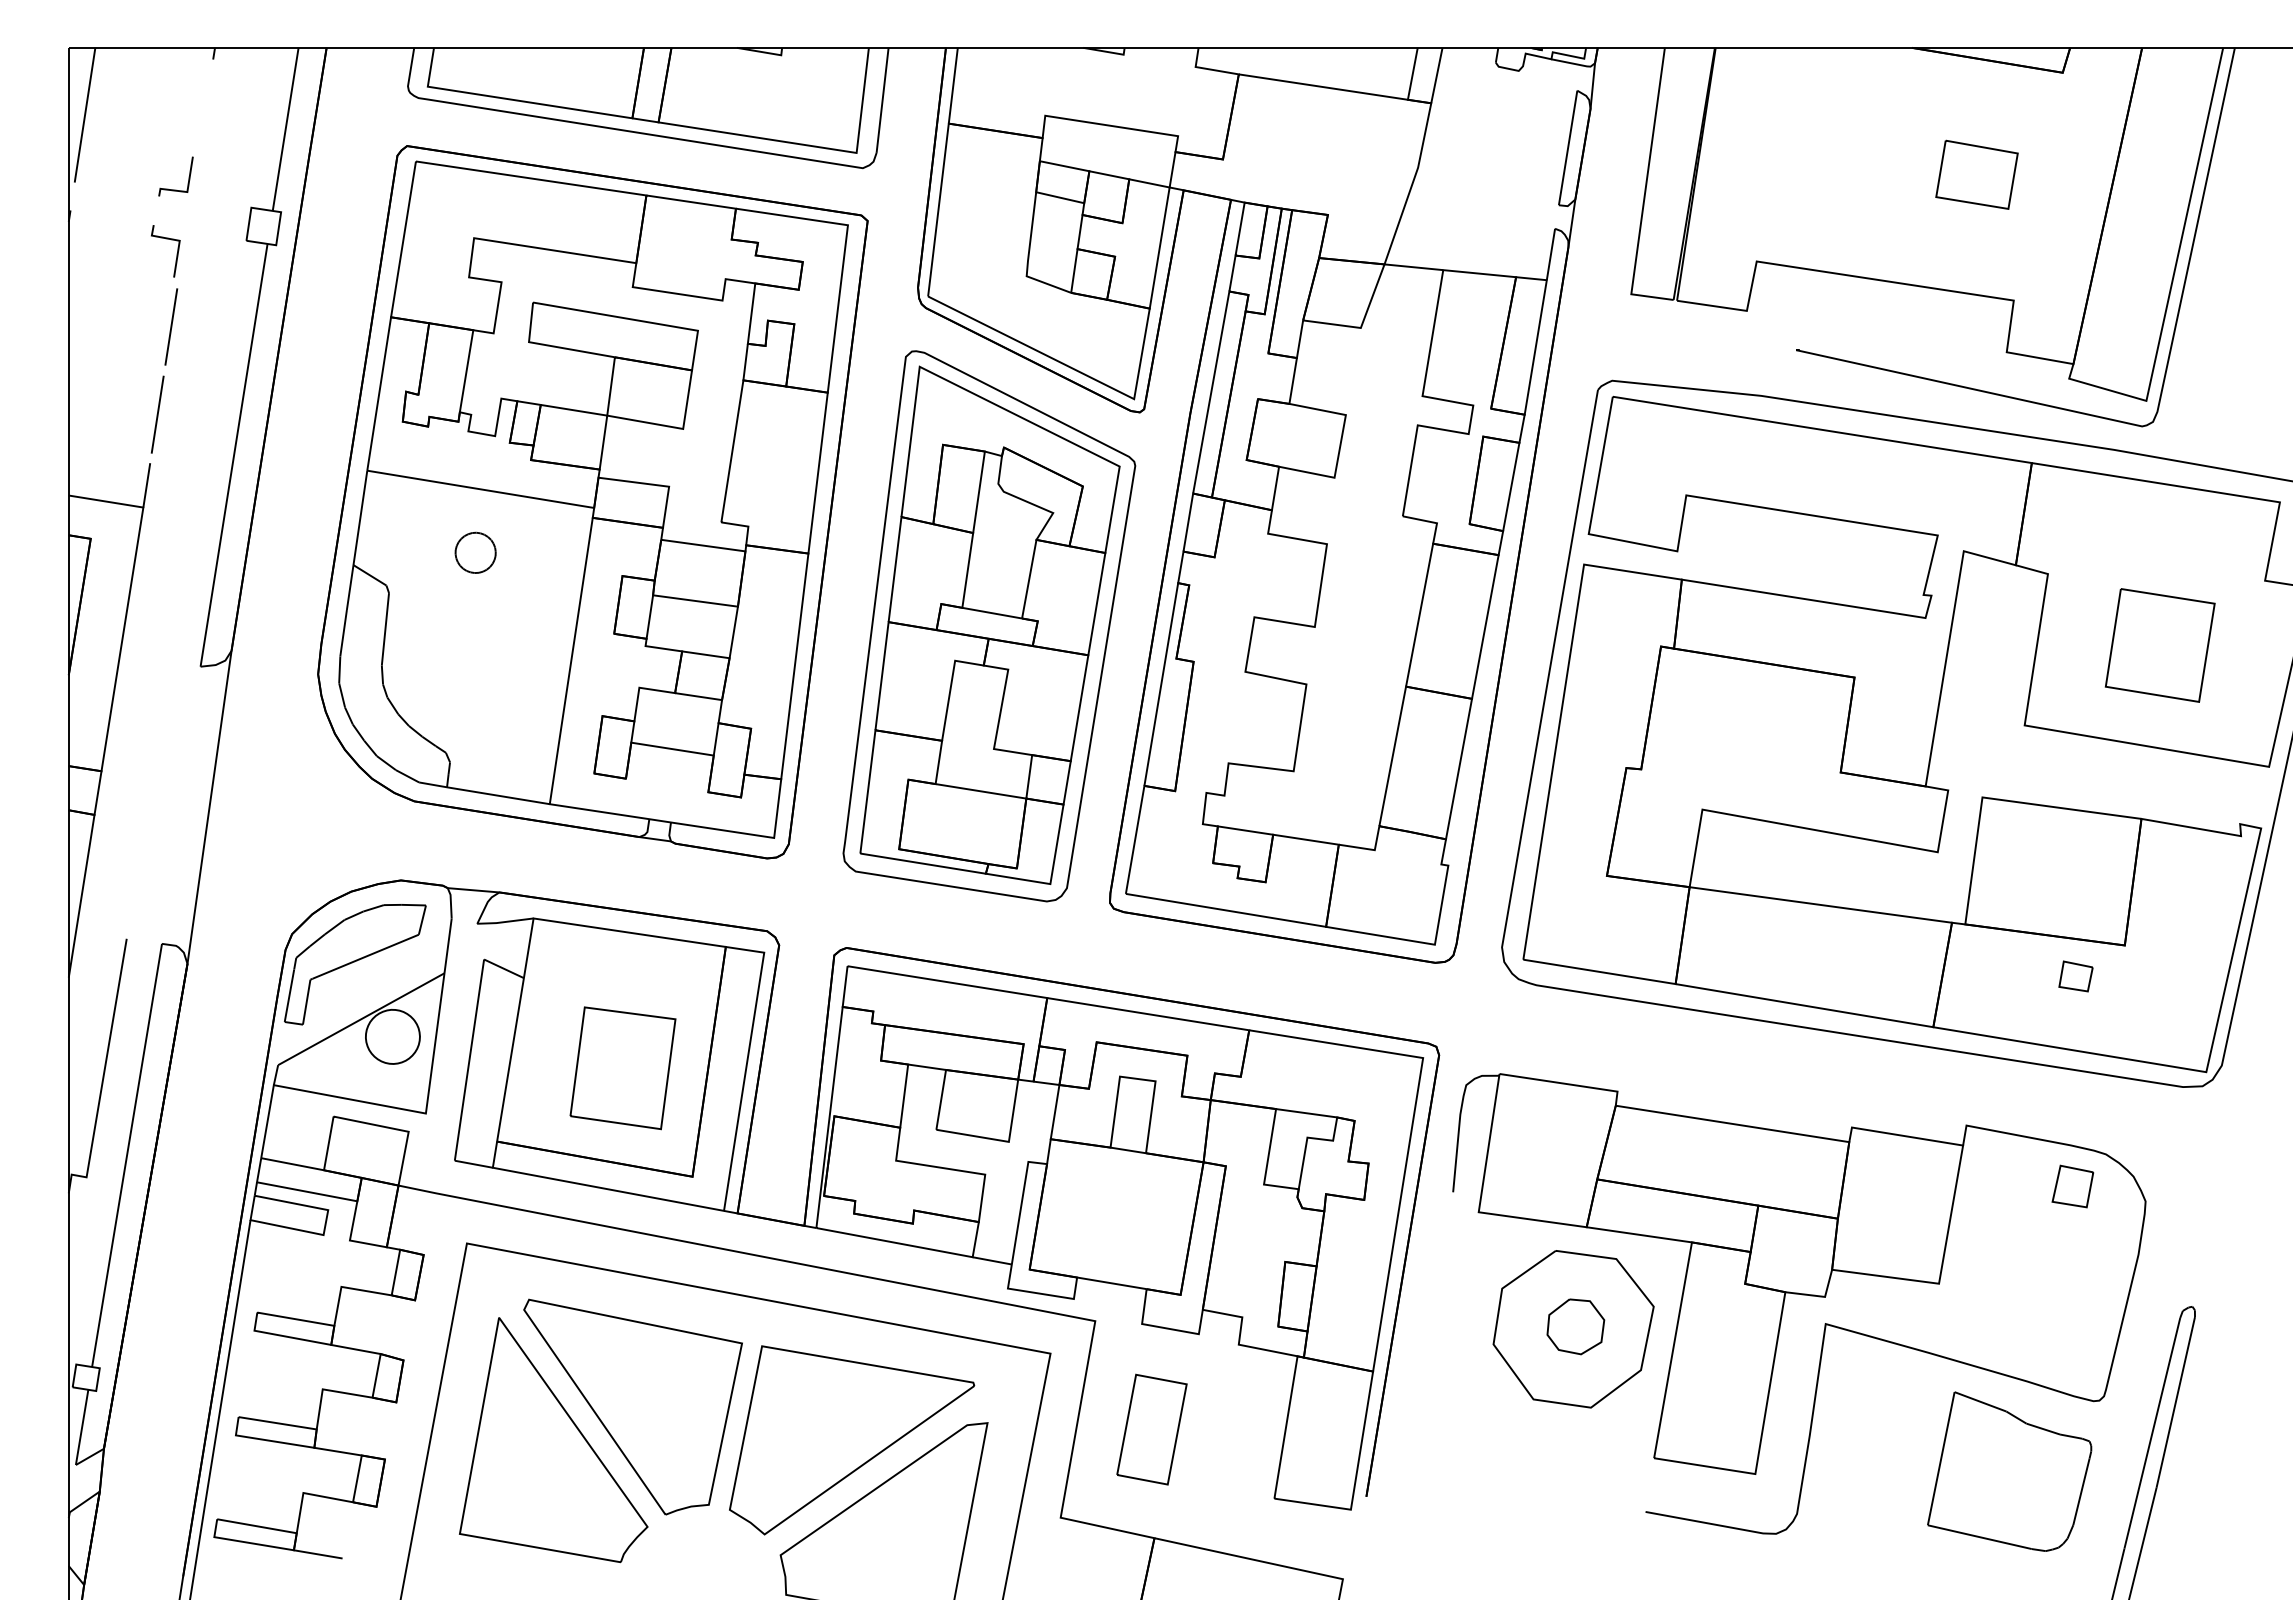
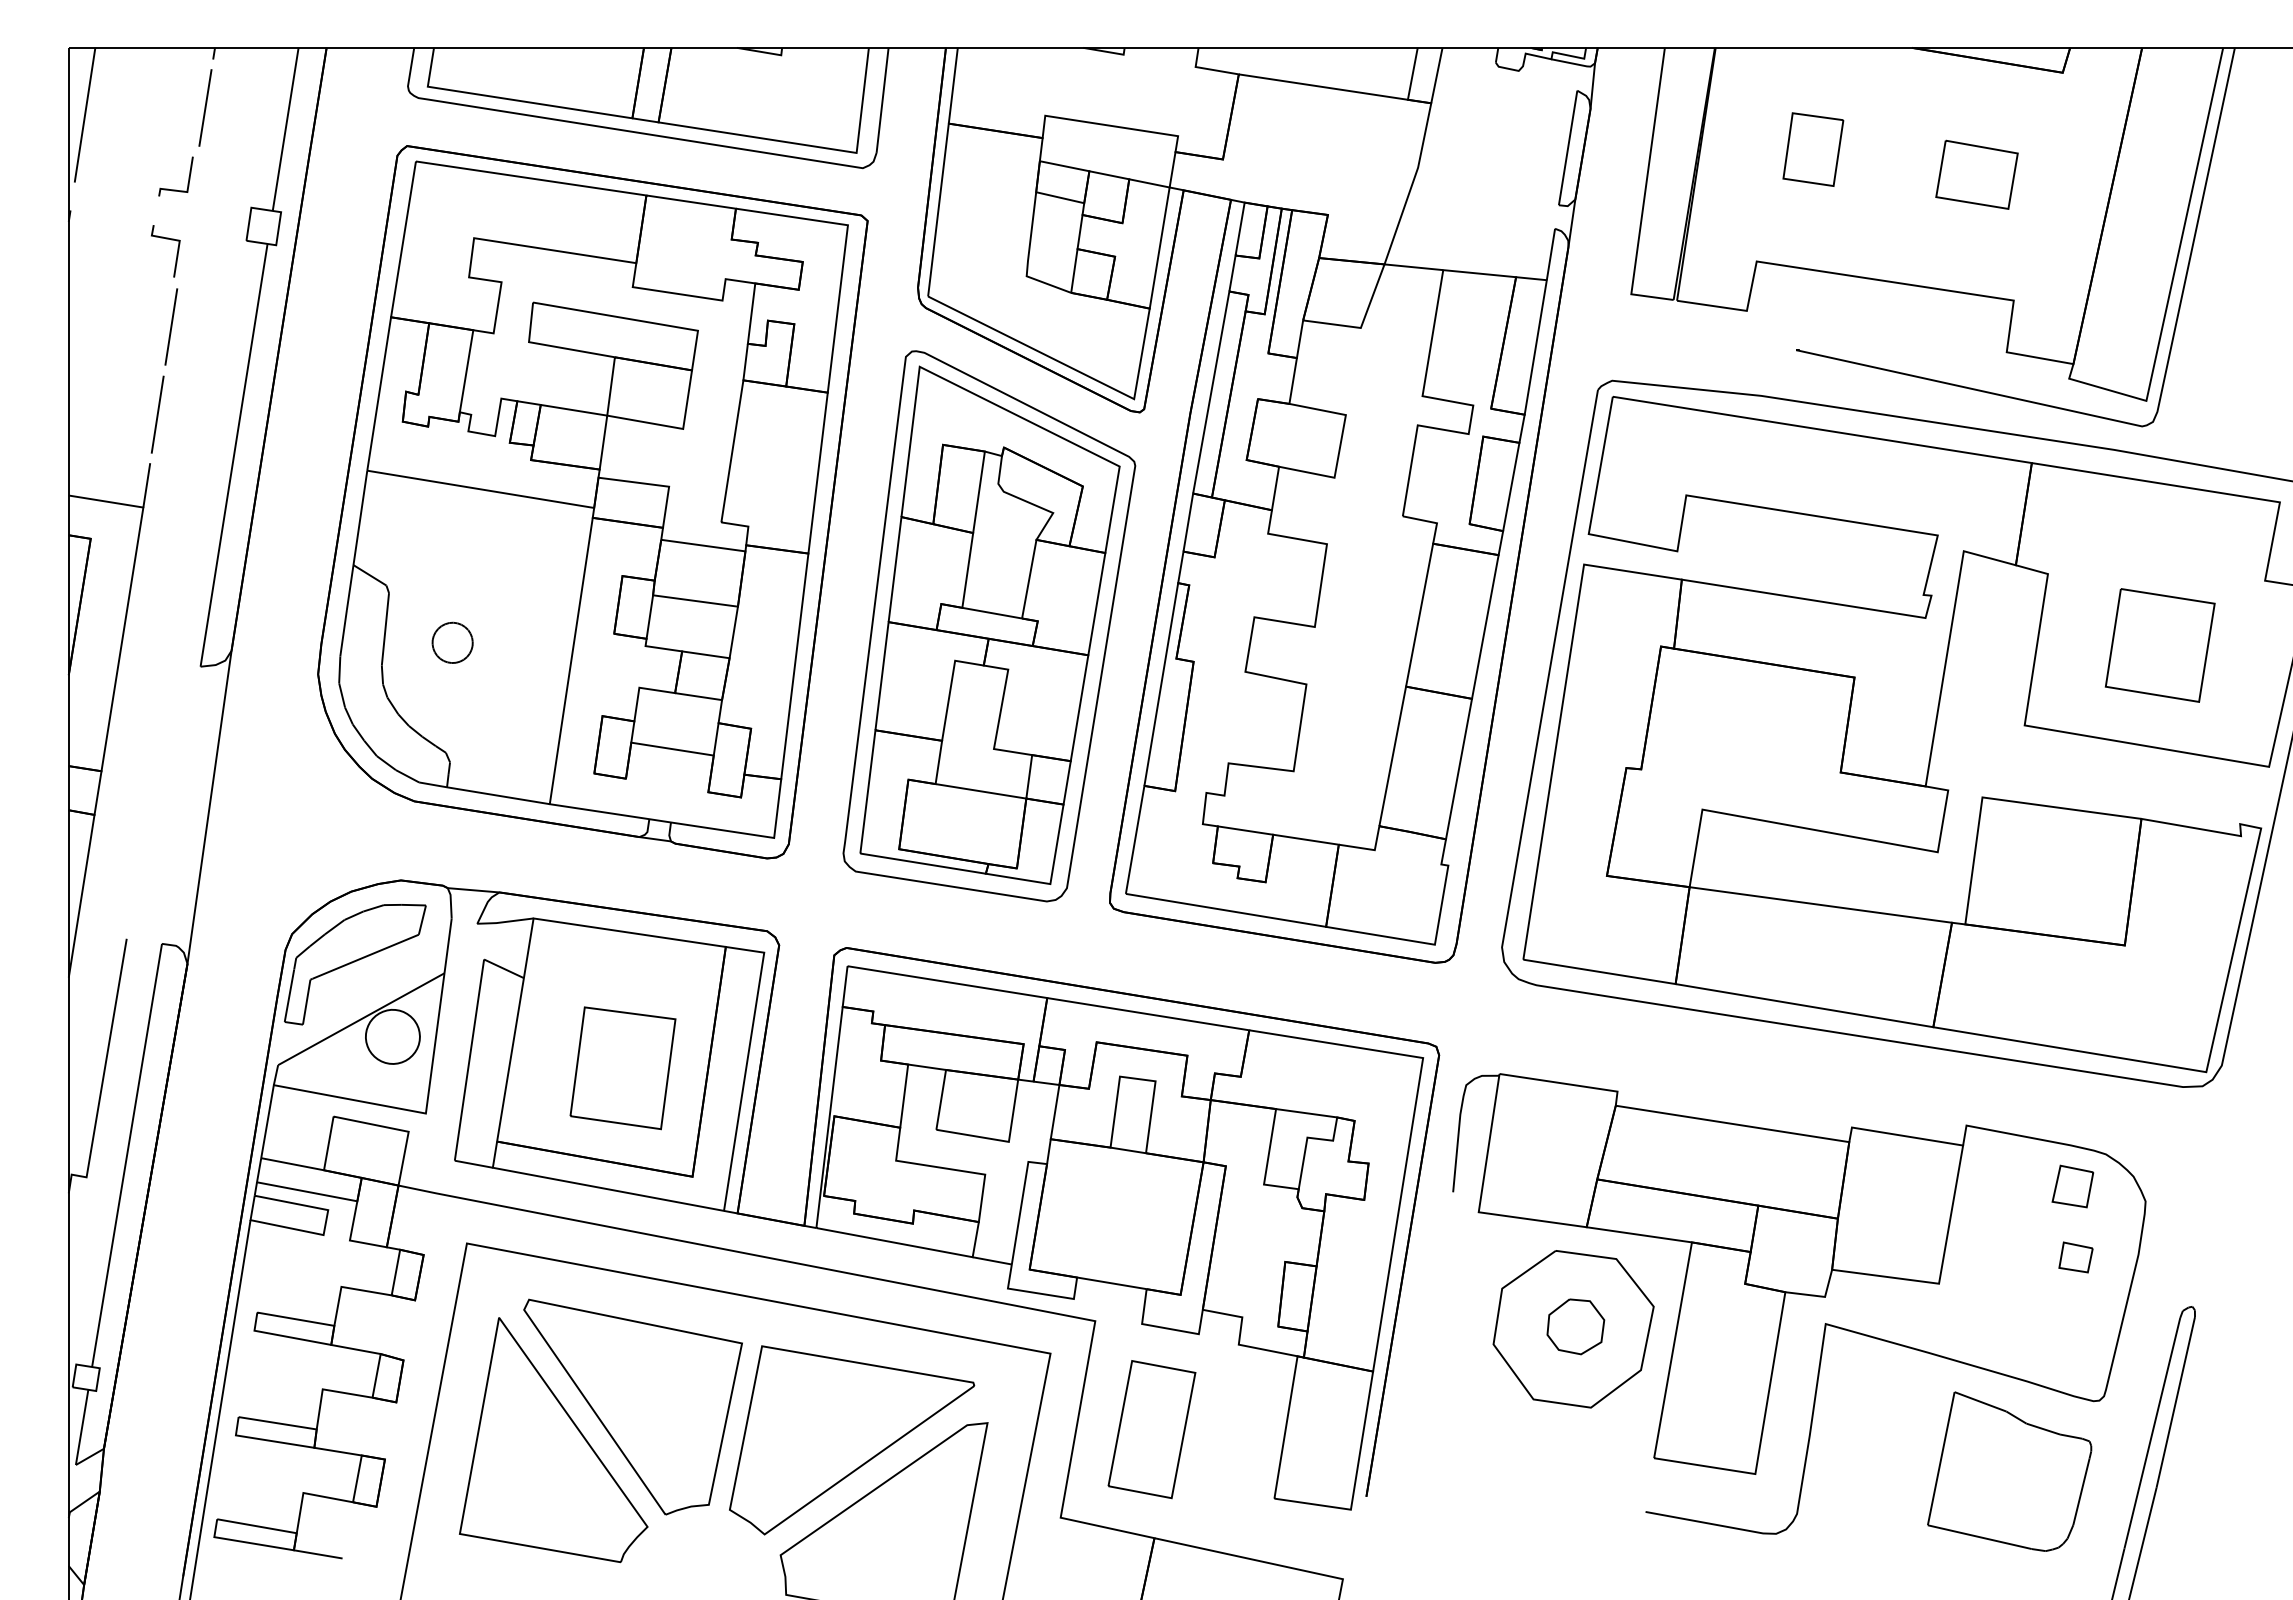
line at (205, 107): none -> present
part at (1813, 149): none -> present
curve at (466, 536) position: (466, 536) -> (443, 626)
part at (2075, 976) position: (2075, 976) -> (2075, 1257)
part at (1151, 1429) size: 72x113 px -> 90x140 px
